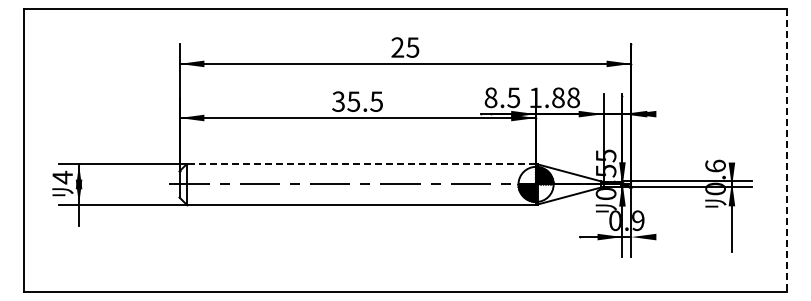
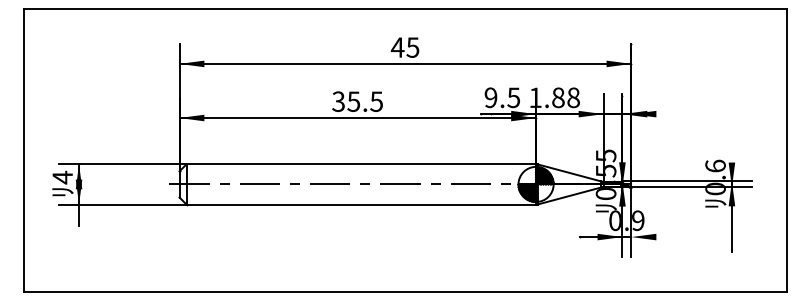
text at (397, 47): 25 -> 45
text at (490, 97): 8.5 -> 9.5
line at (786, 150): dashed -> solid
line at (361, 164): dashed -> solid
